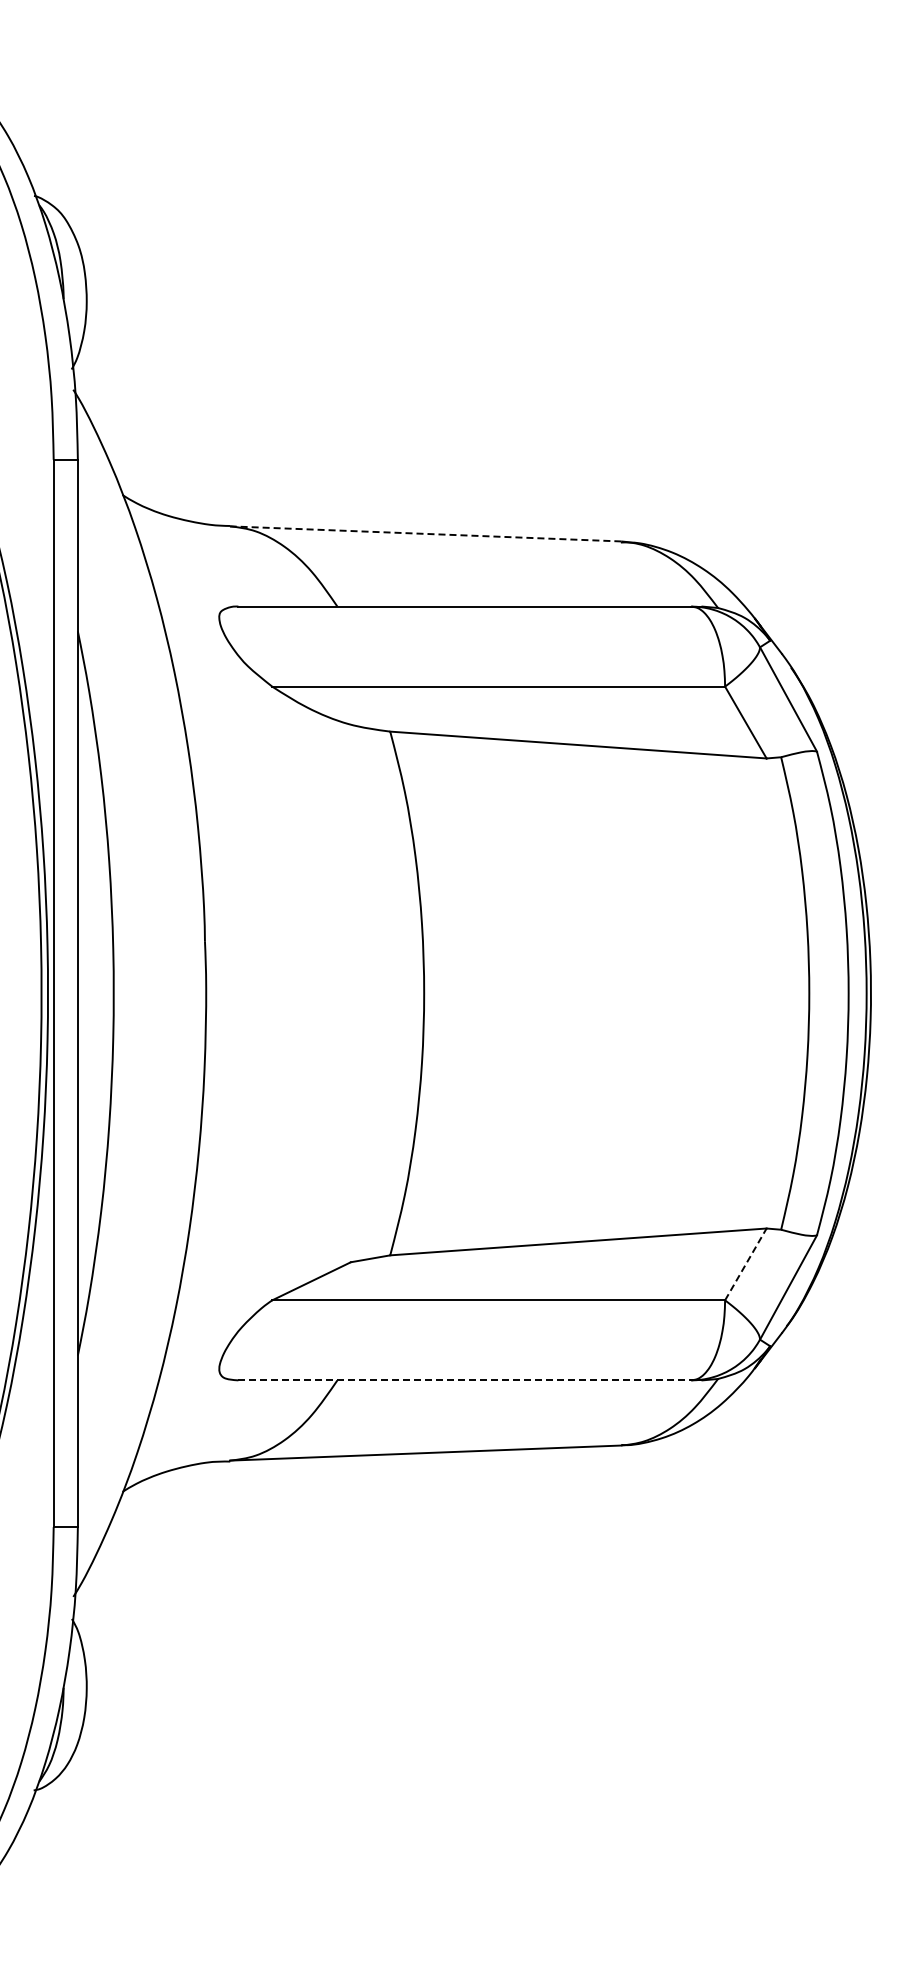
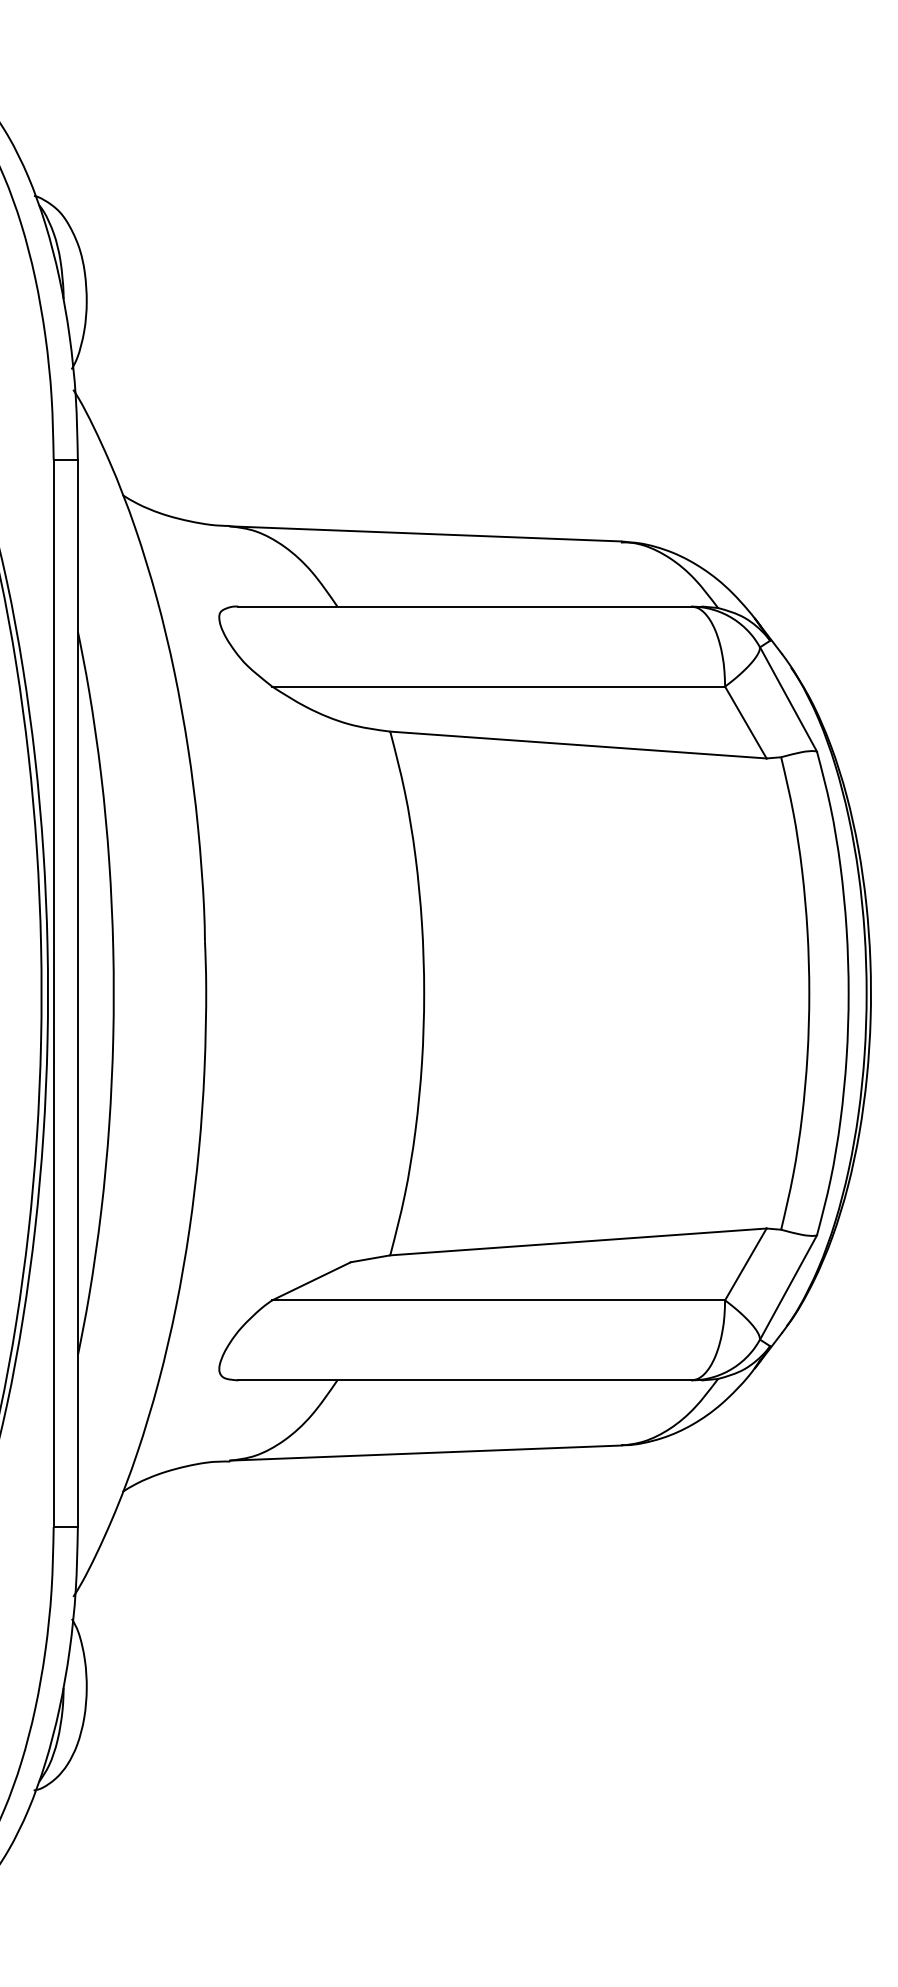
line at (425, 533): dashed -> solid
line at (746, 1264): dashed -> solid
line at (465, 1380): dashed -> solid
